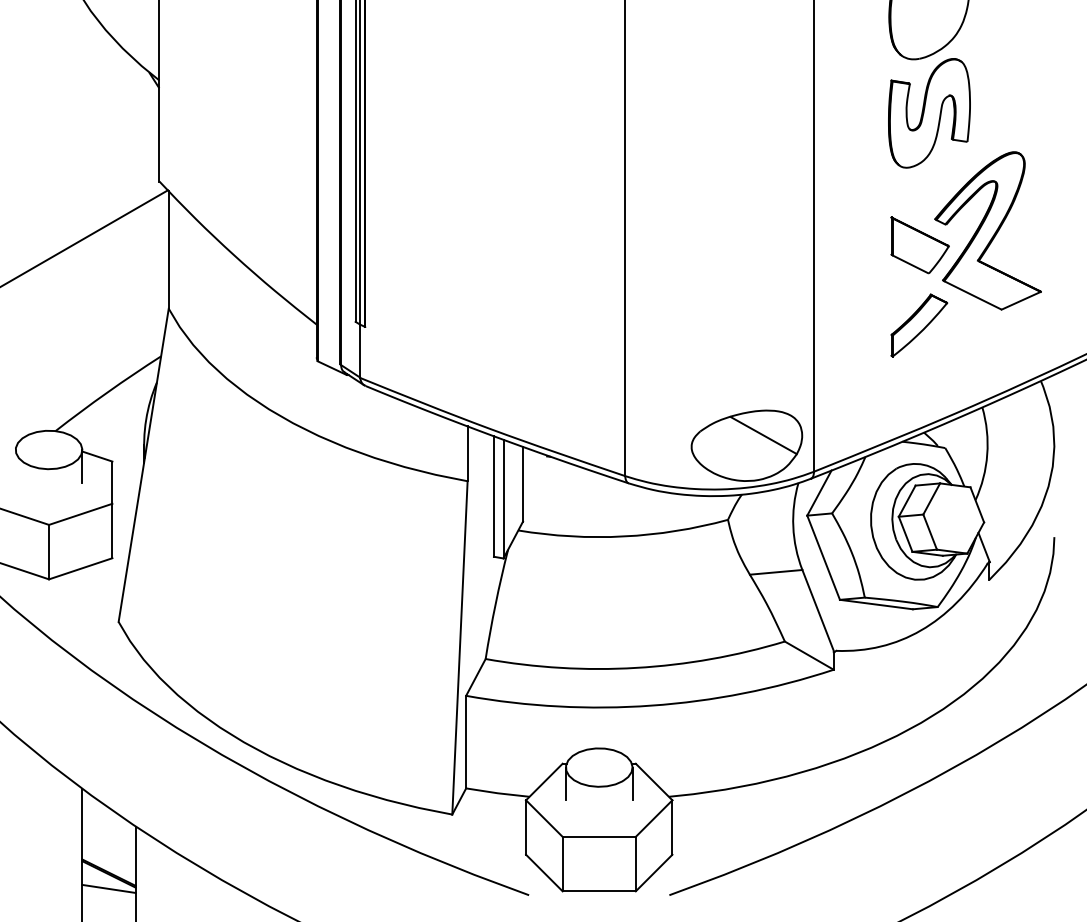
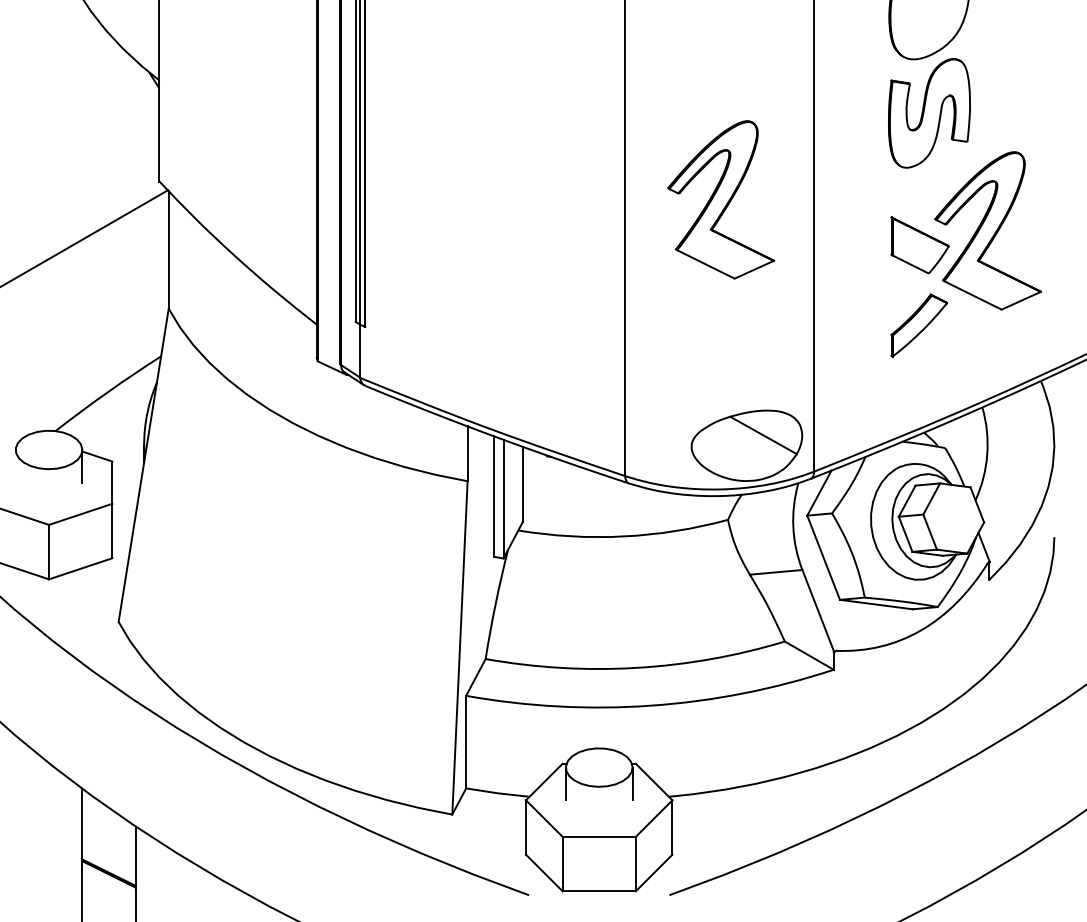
part at (720, 199): none -> present
line at (108, 888): present -> none
